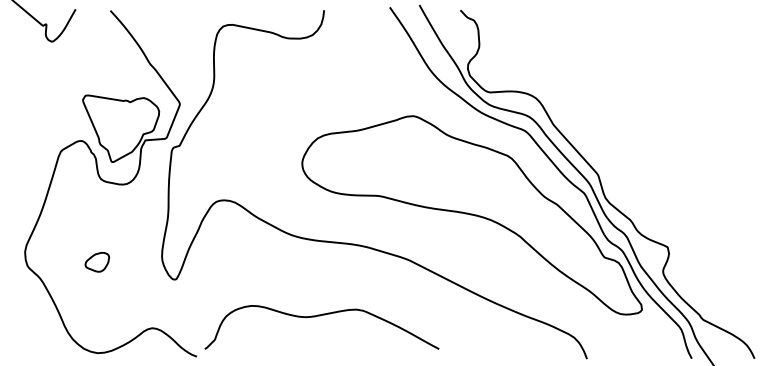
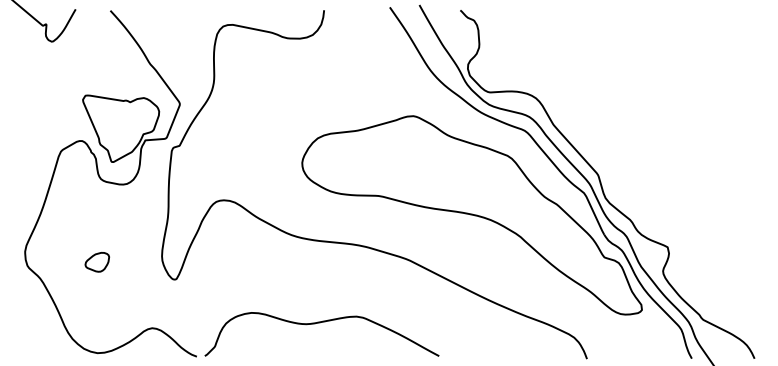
curve at (320, 316) position: (320, 316) -> (320, 323)
